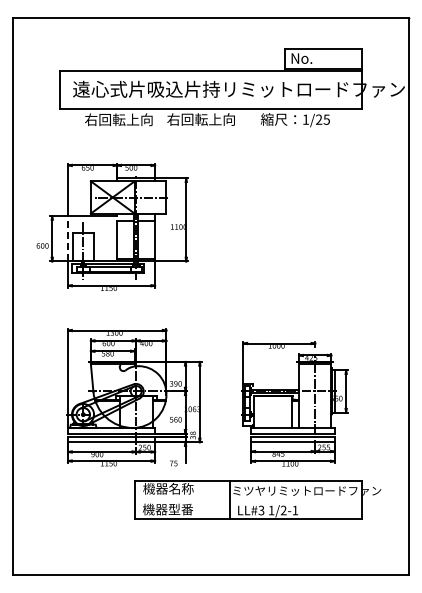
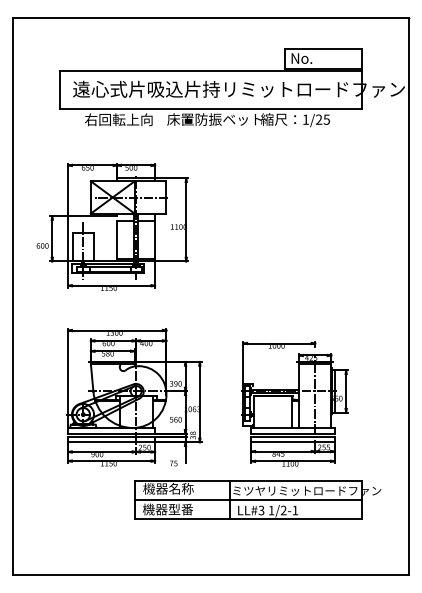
text at (214, 119): 右回転上向 -> 床置防振ベット
line at (68, 238): dashed -> solid
line at (248, 499): none -> present
